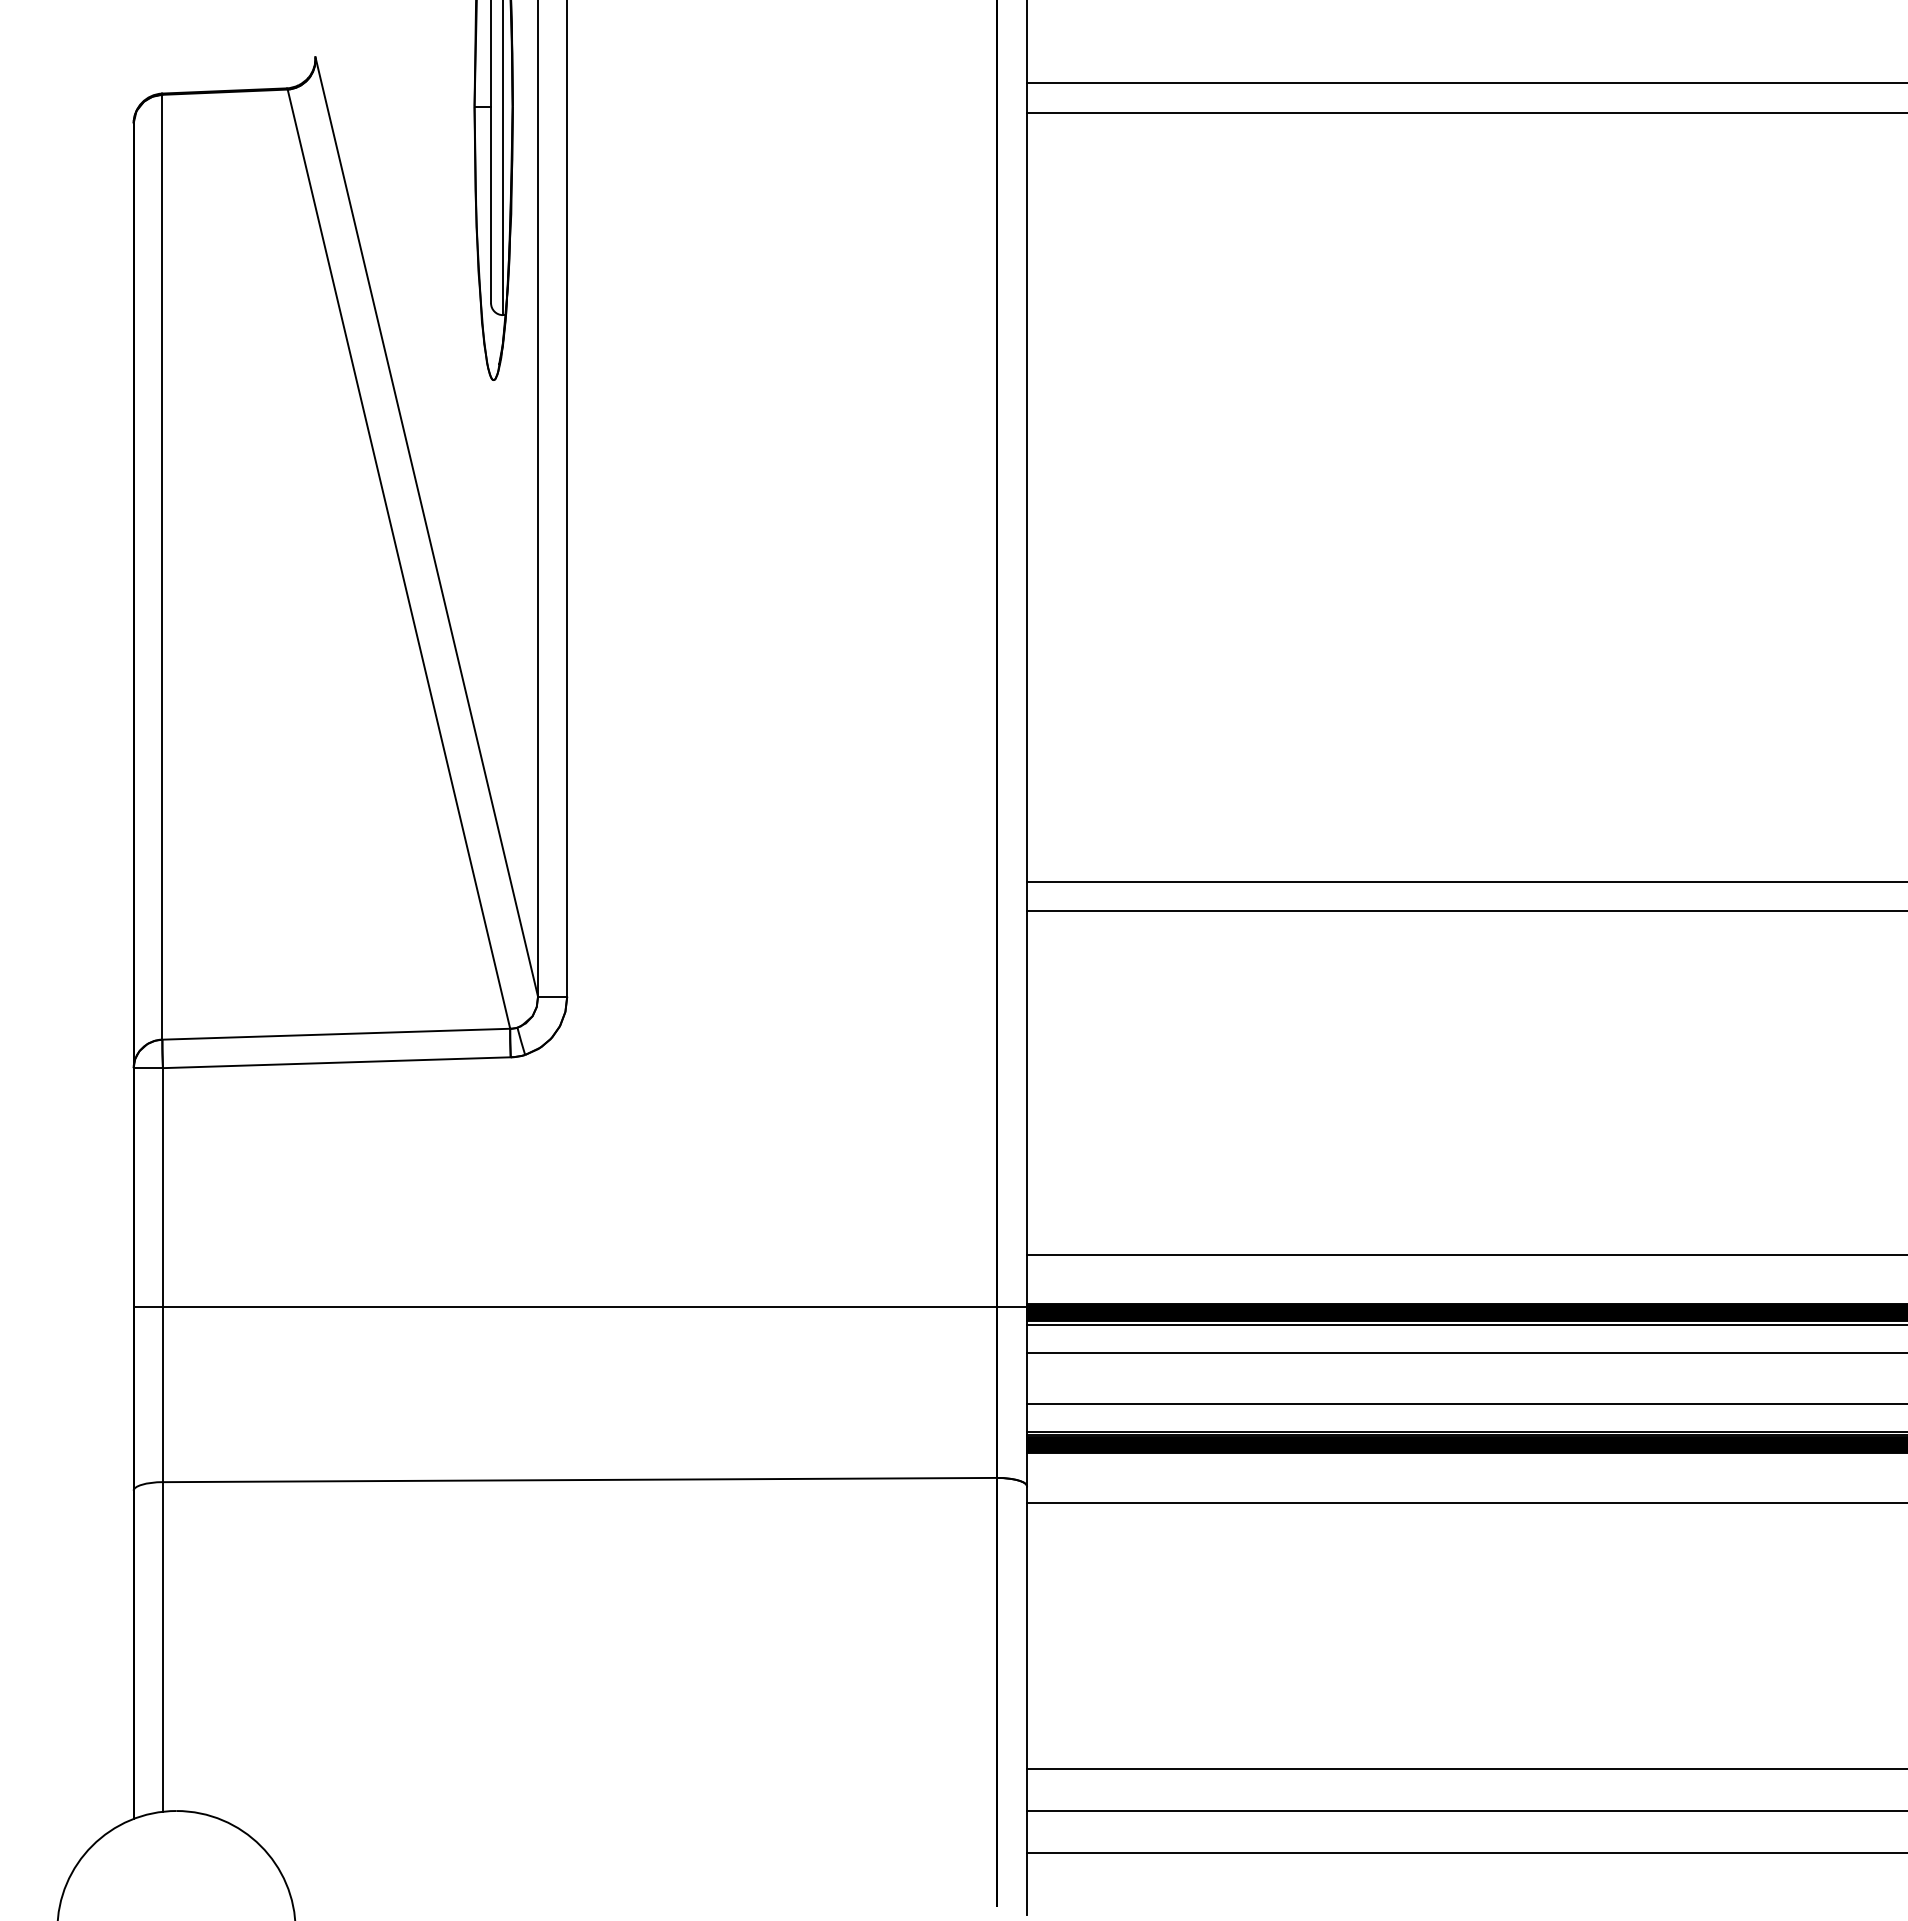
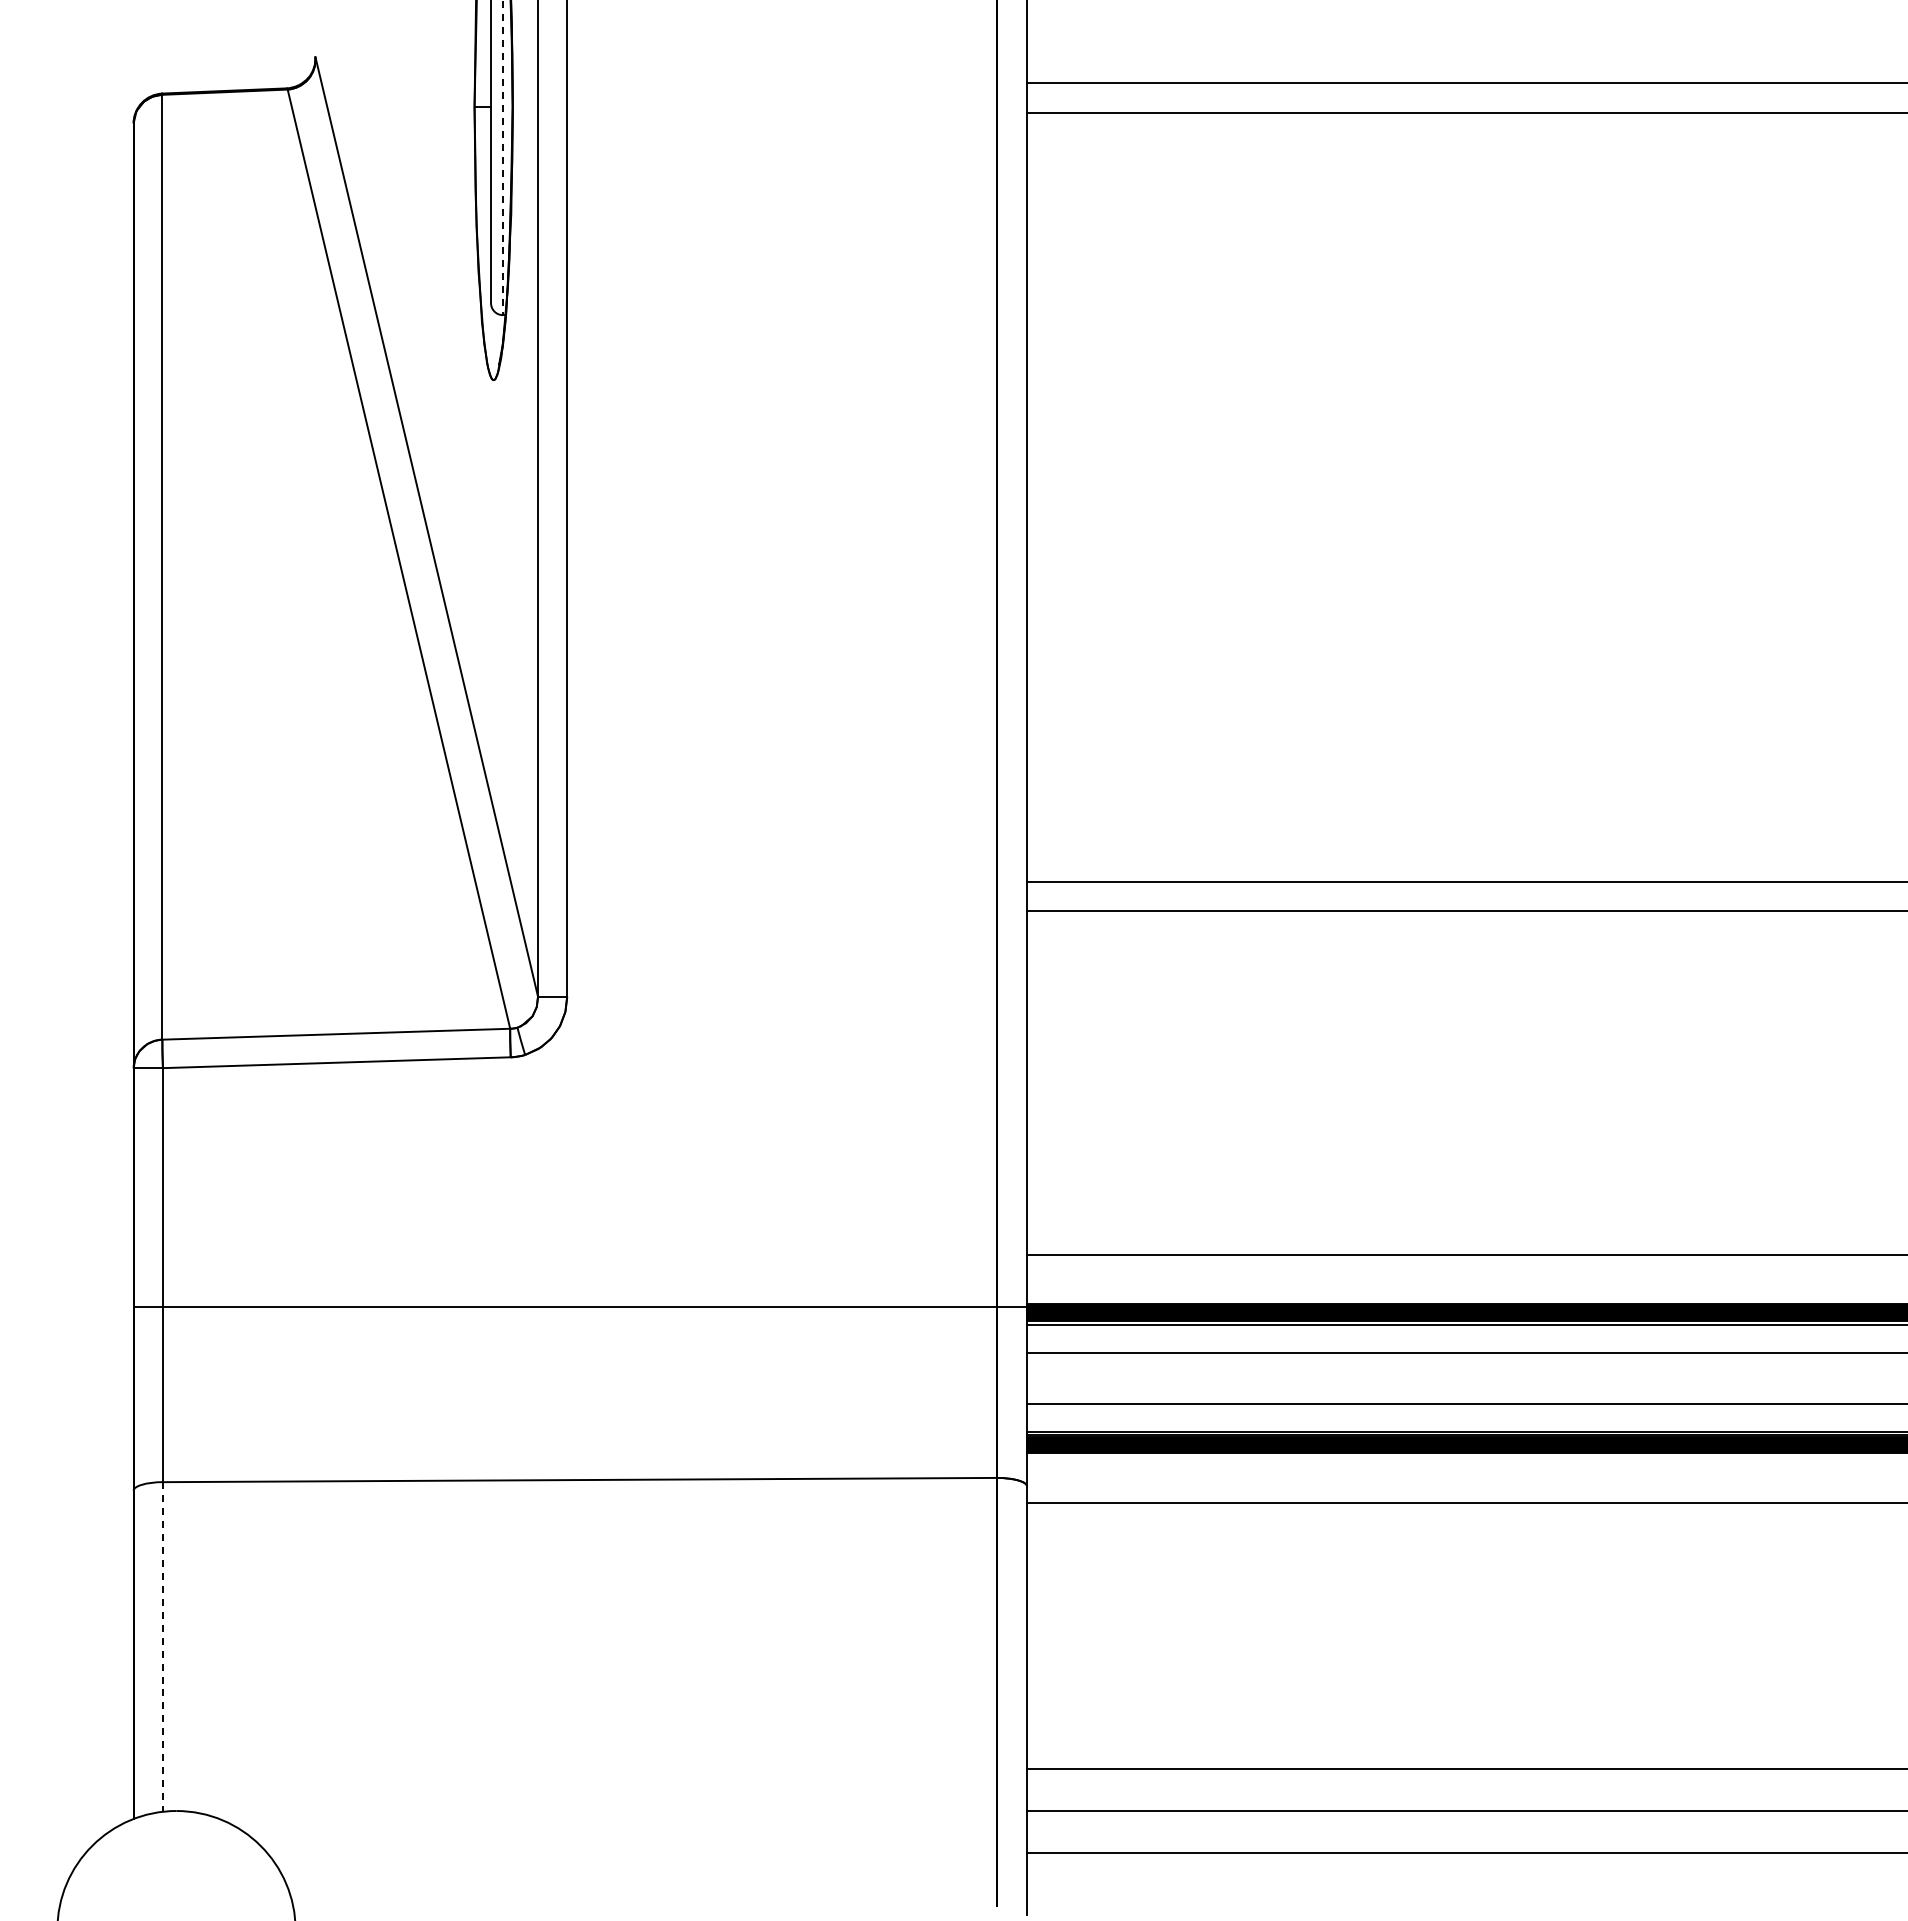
line at (502, 158): solid -> dashed
line at (162, 1646): solid -> dashed
